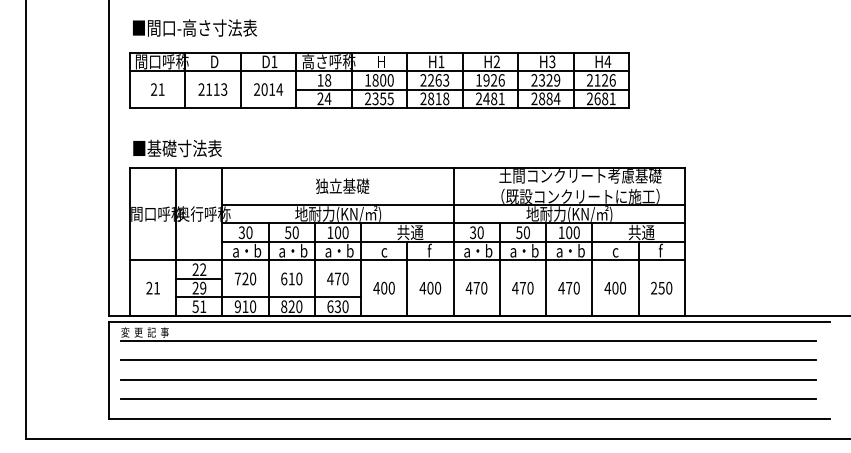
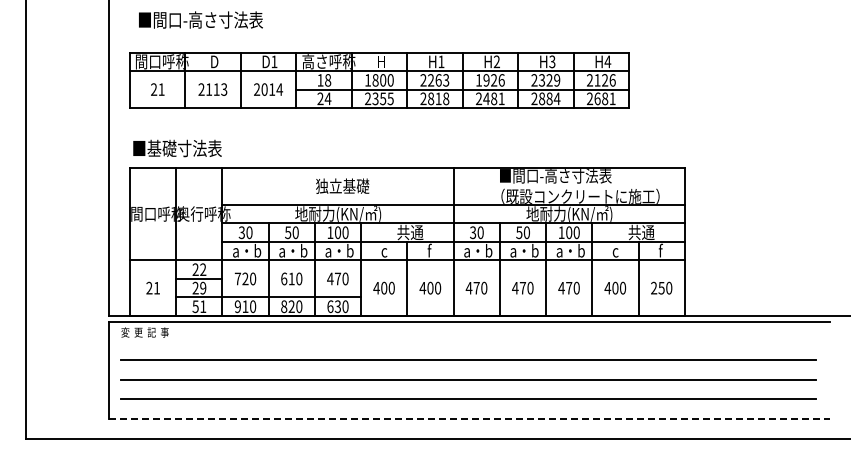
text at (194, 27) position: (194, 27) -> (200, 19)
text at (580, 176): 土間コンクリート考慮基礎 -> ■間口-高さ寸法表
line at (468, 340): present -> none
line at (469, 418): solid -> dashed
